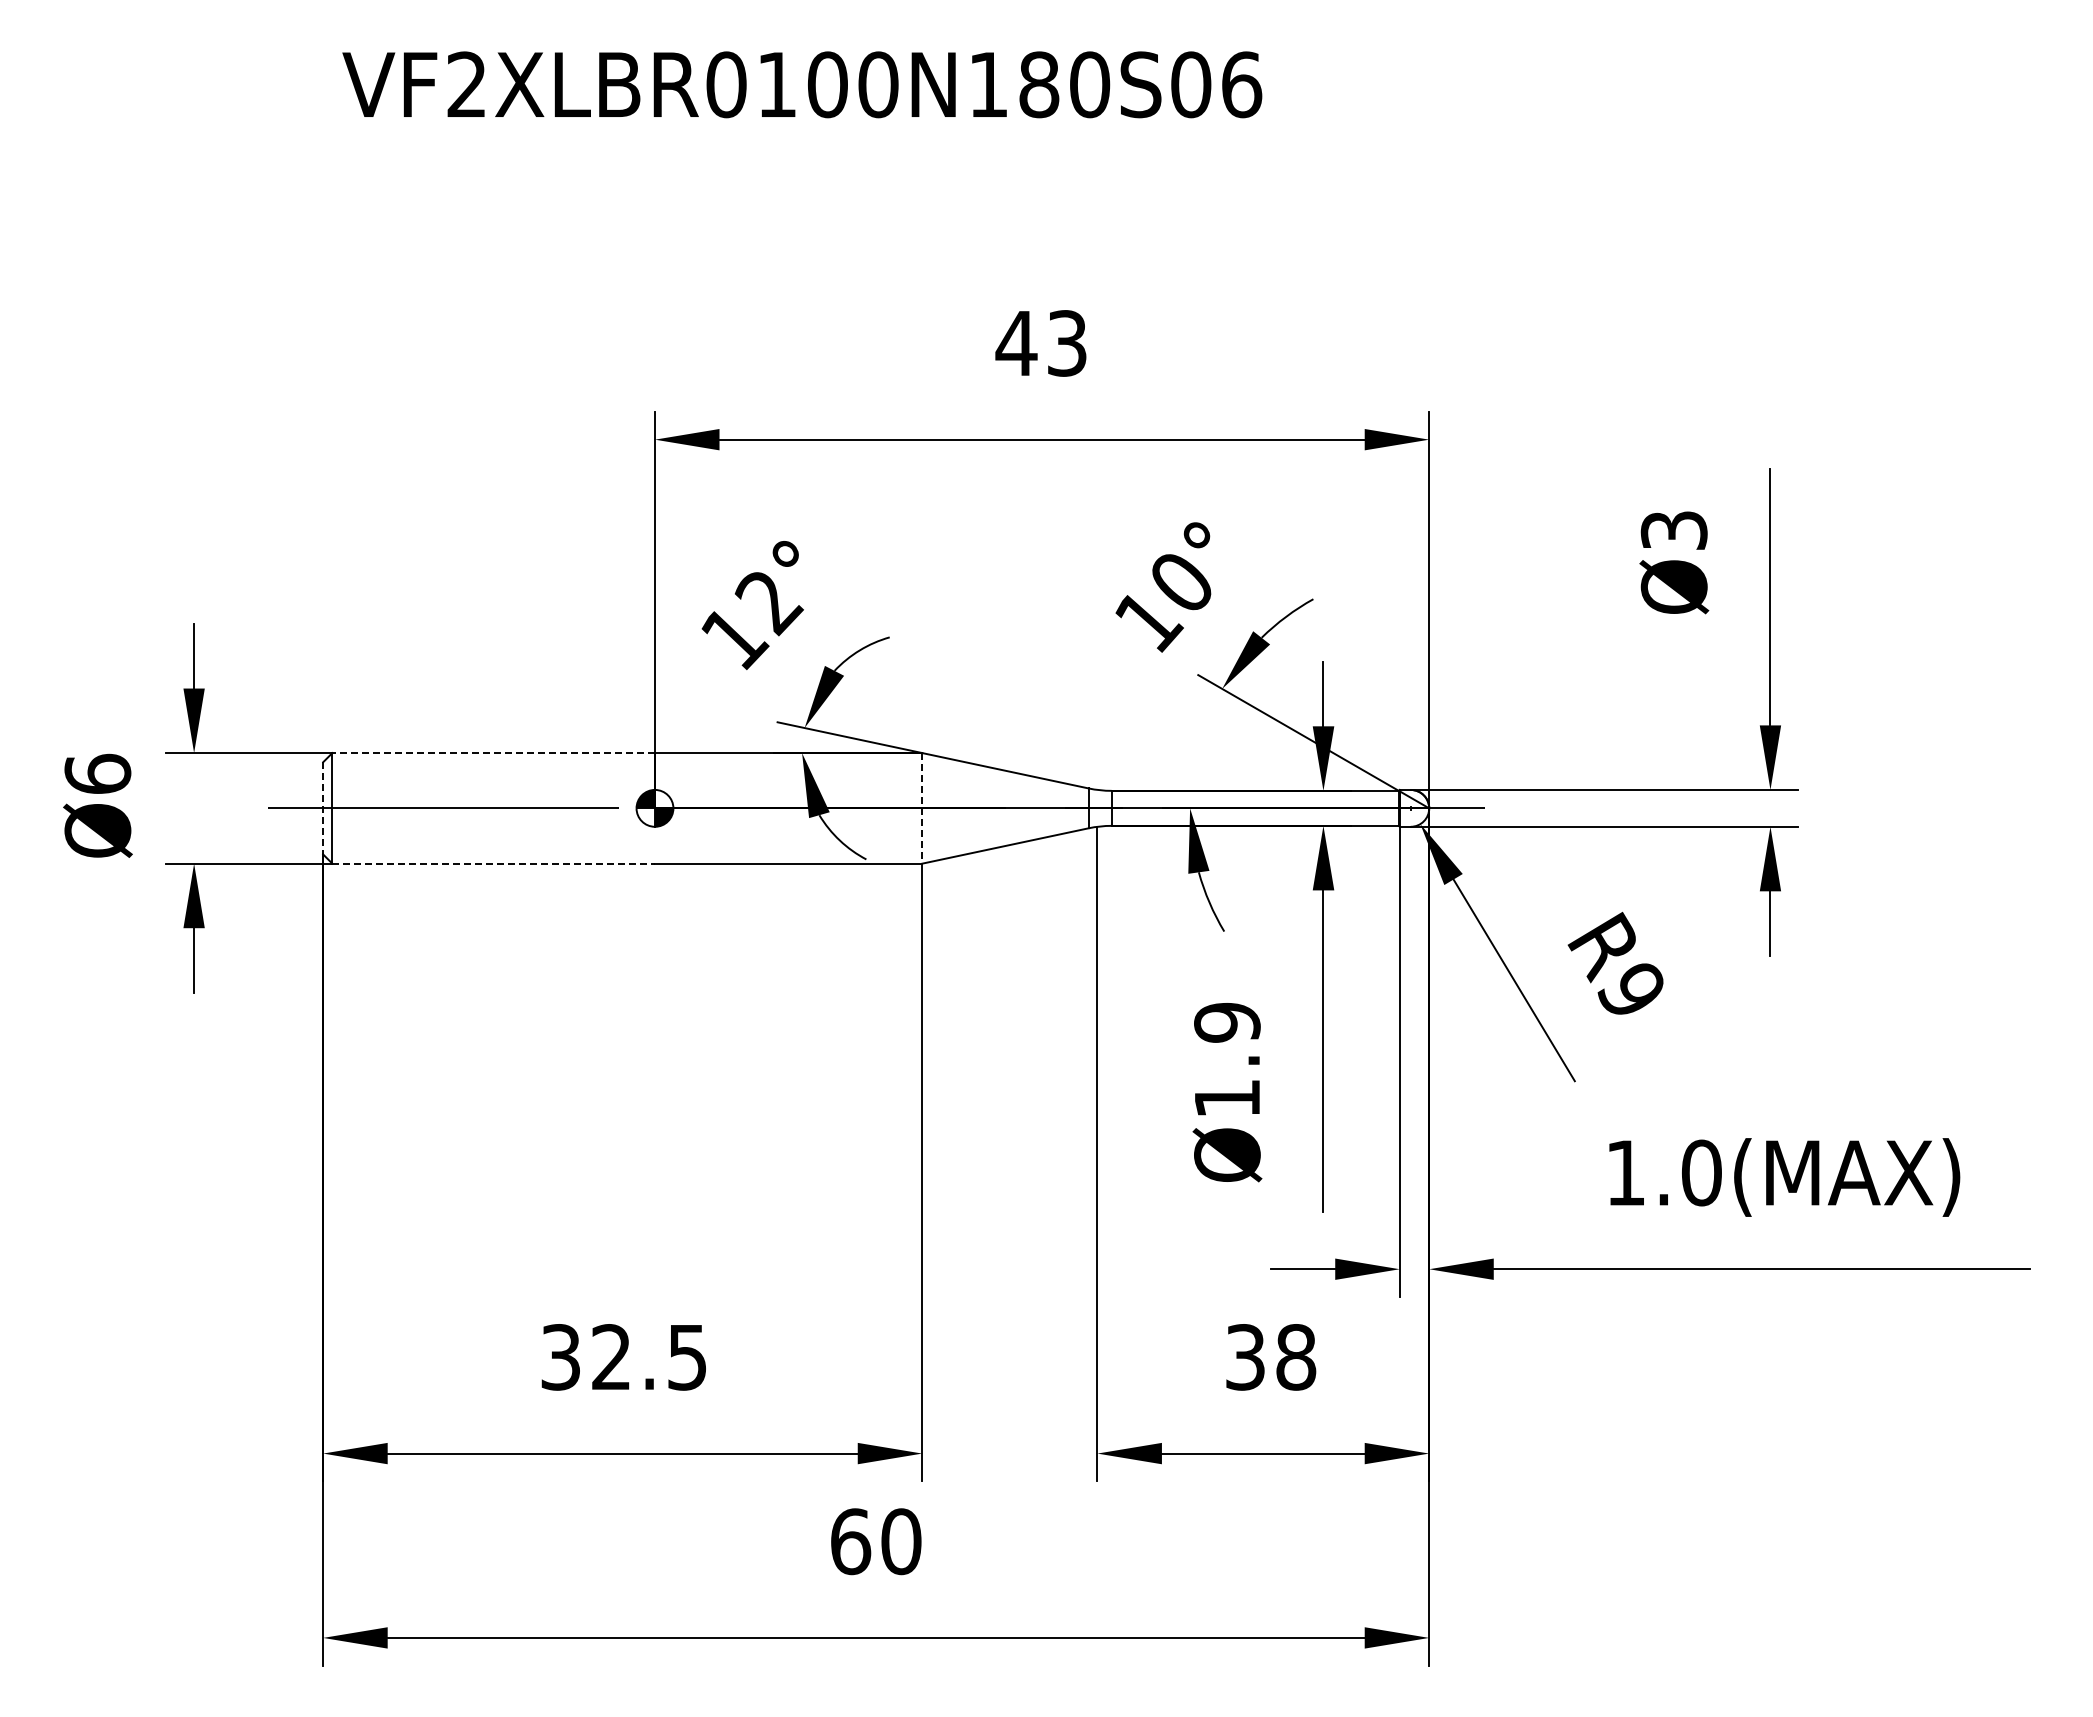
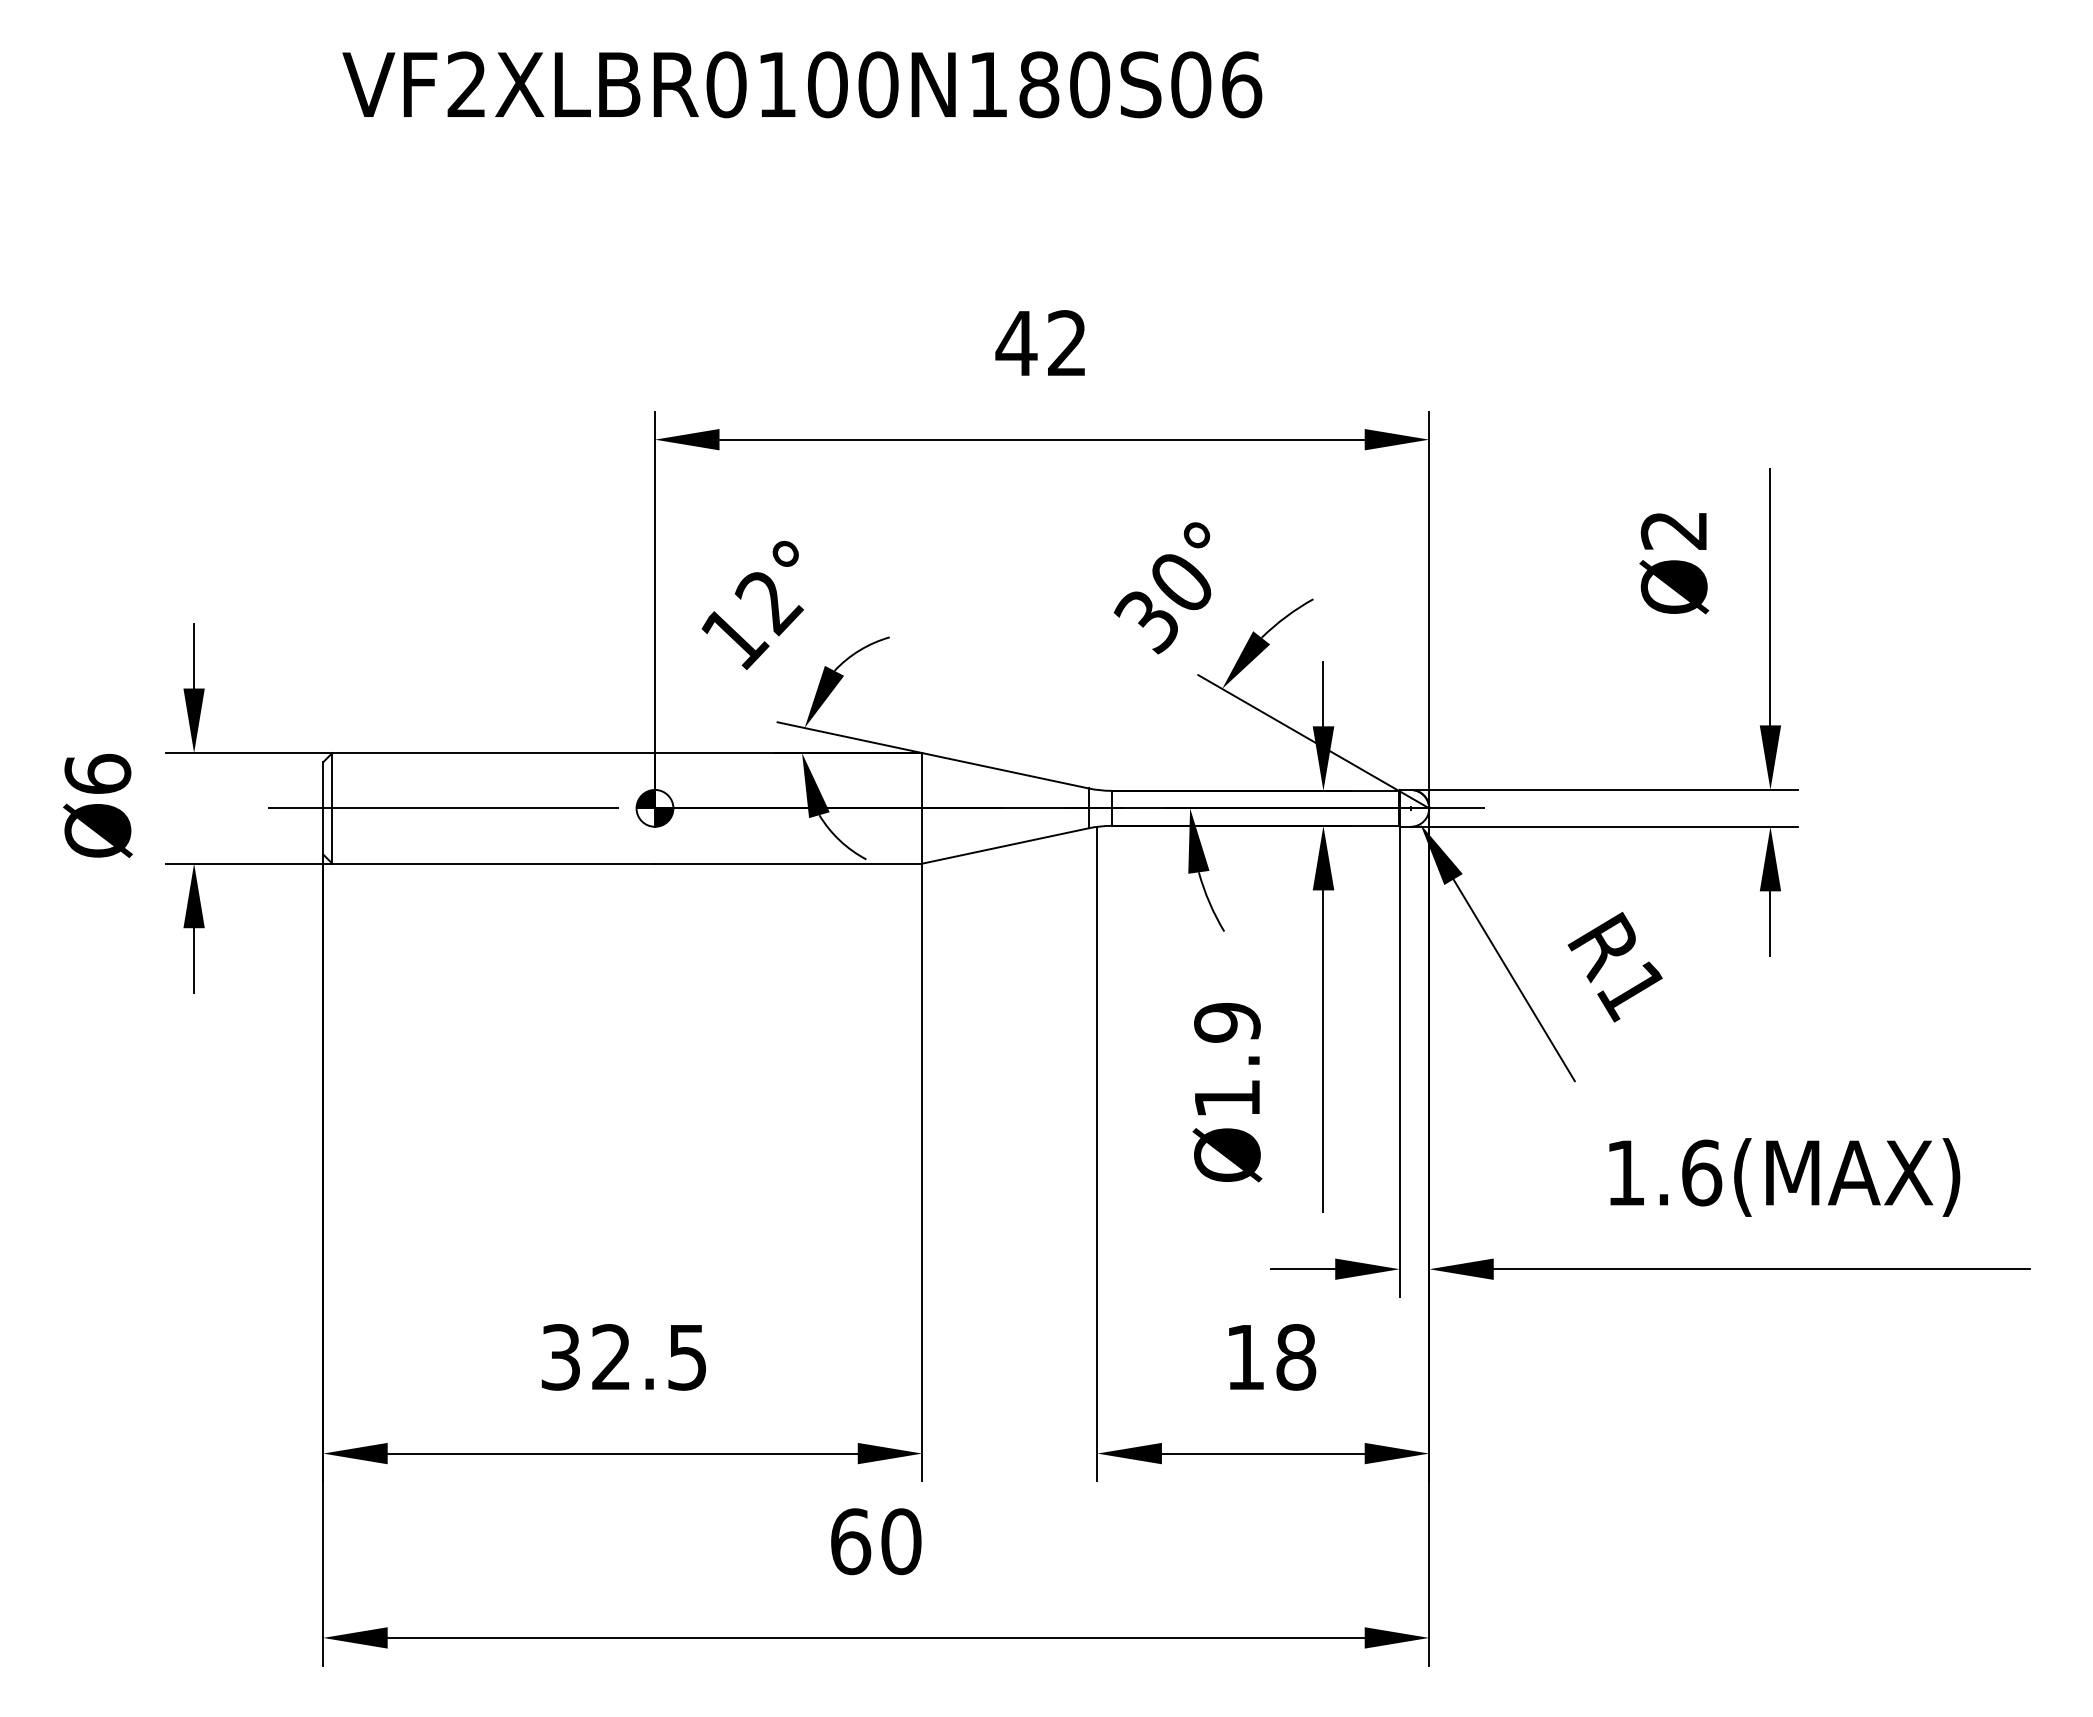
text at (1067, 343): 43 -> 42
text at (1674, 530): Ø3 -> Ø2
text at (1148, 622): 10° -> 30°
line at (493, 753): dashed -> solid
line at (323, 808): dashed -> solid
line at (922, 808): dashed -> solid
line at (494, 863): dashed -> solid
text at (1630, 991): R9 -> R1
text at (1701, 1172): 1.0(MAX) -> 1.6(MAX)
text at (1245, 1357): 38 -> 18
